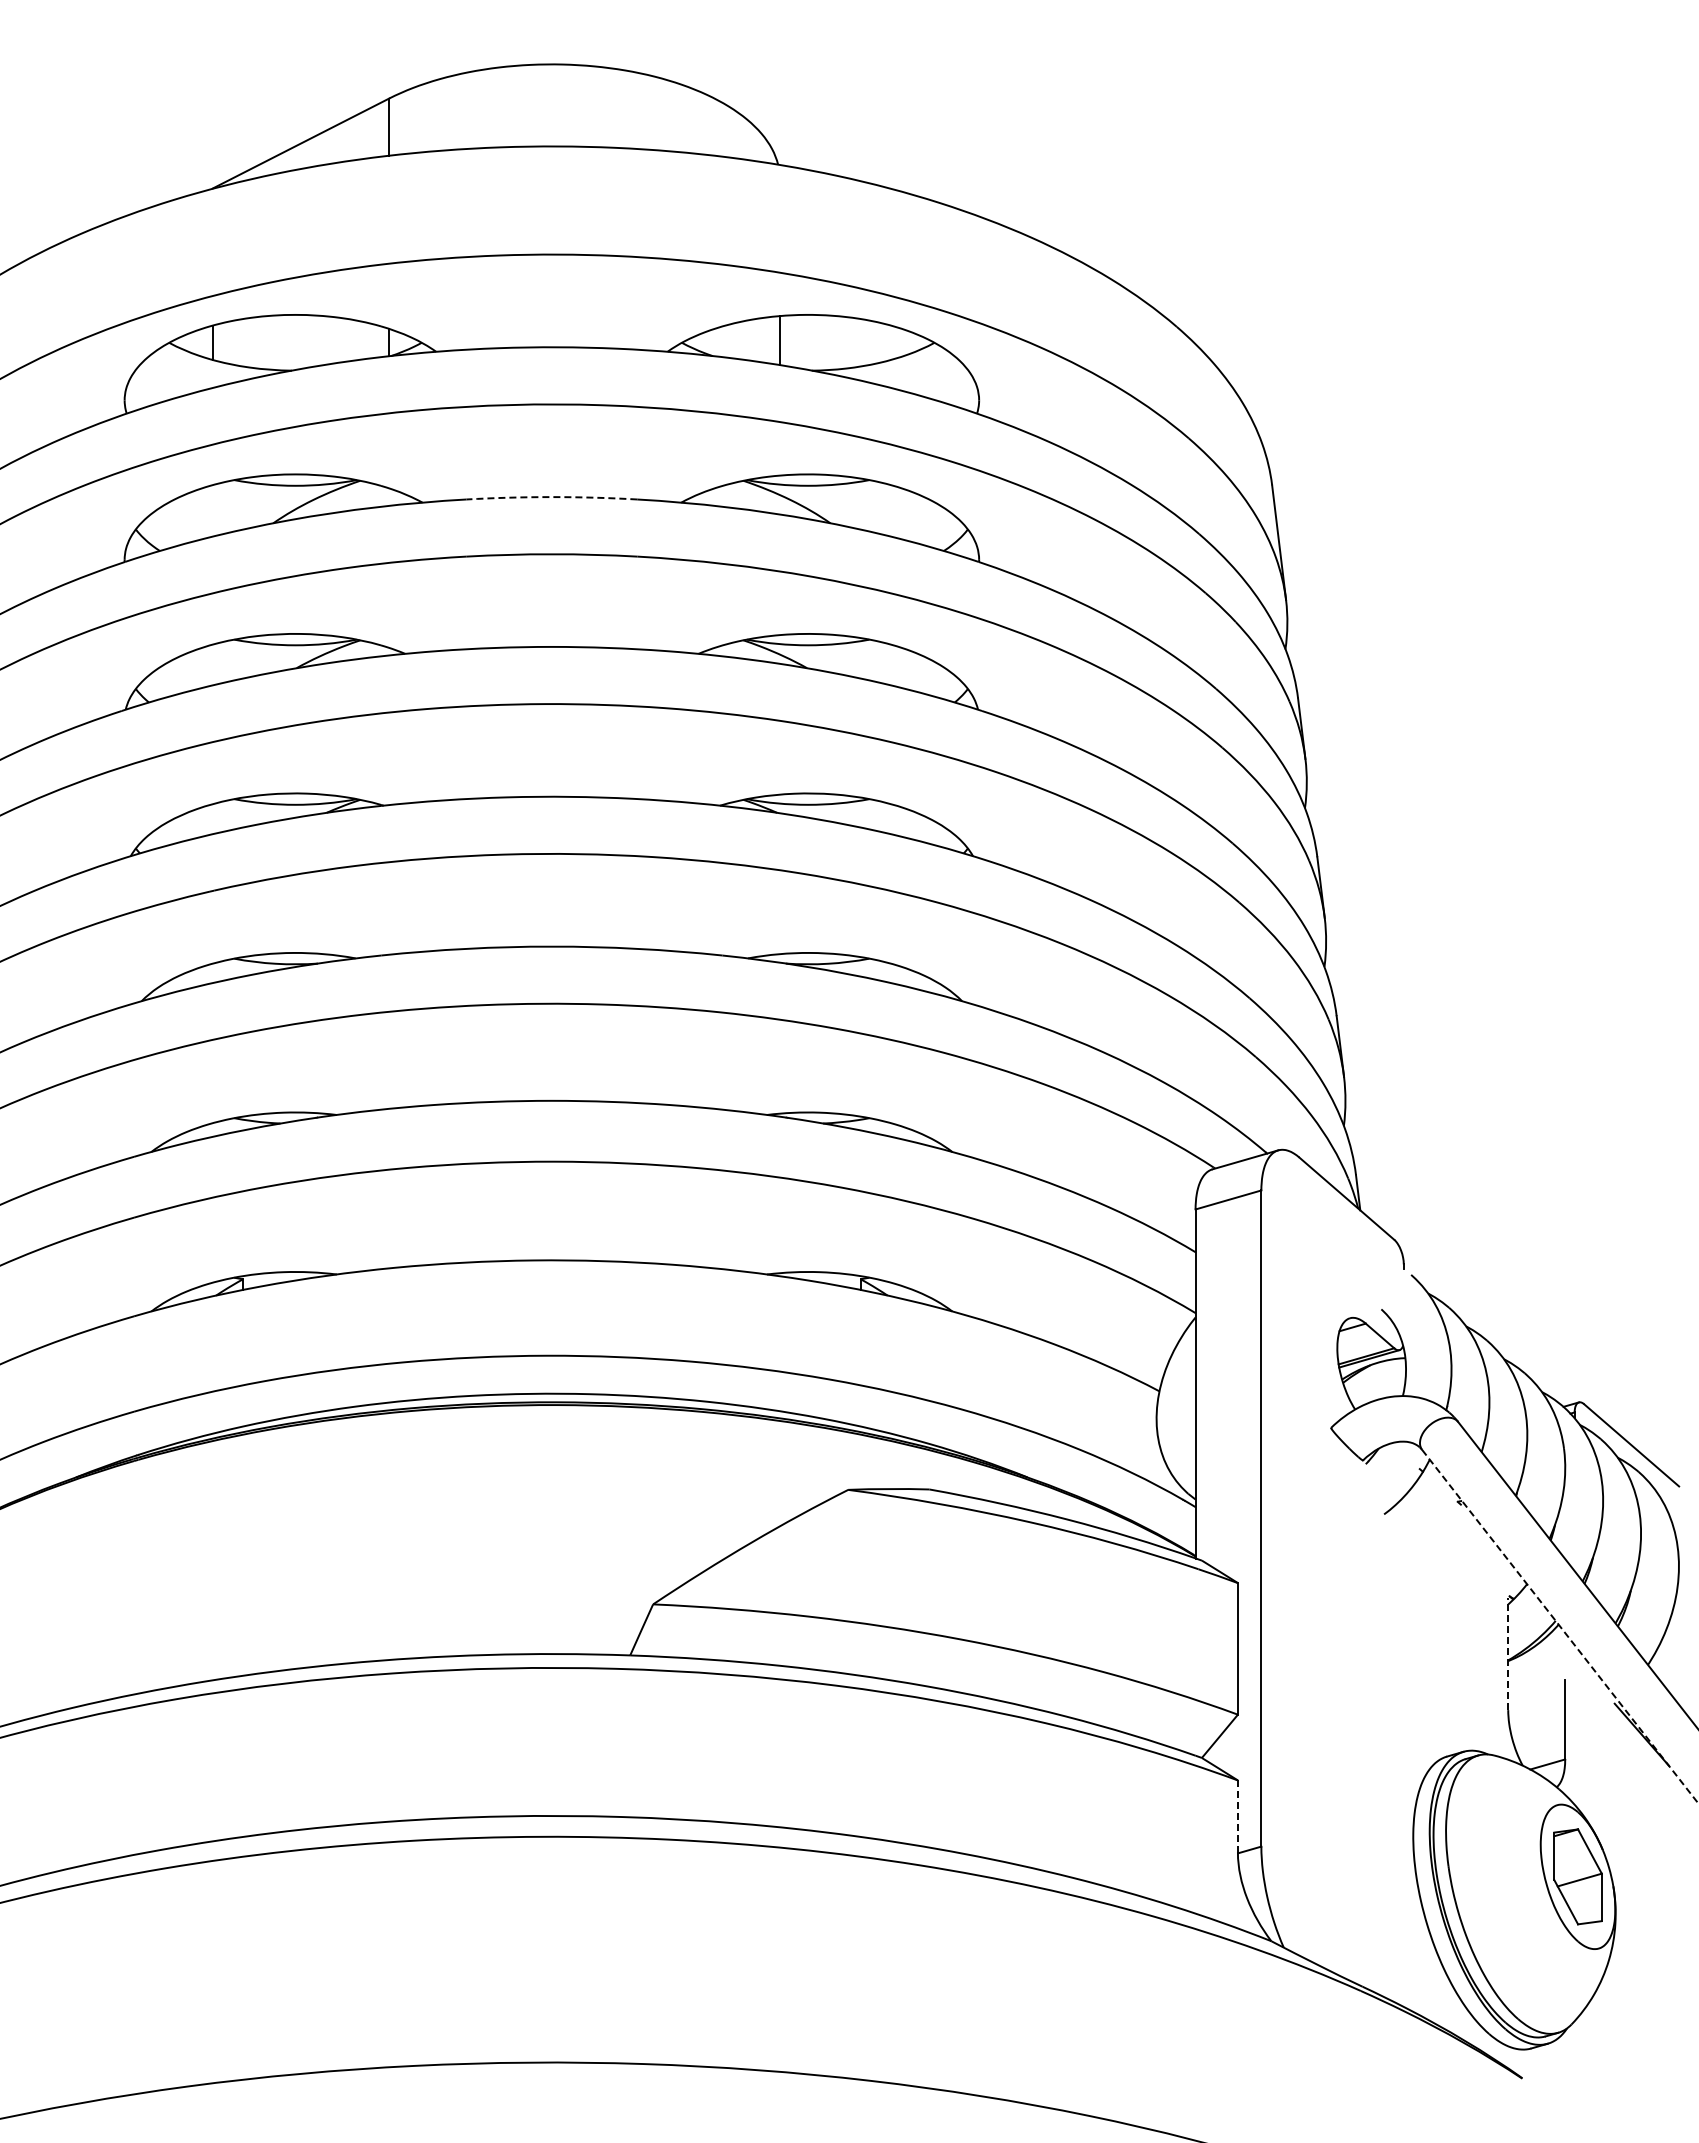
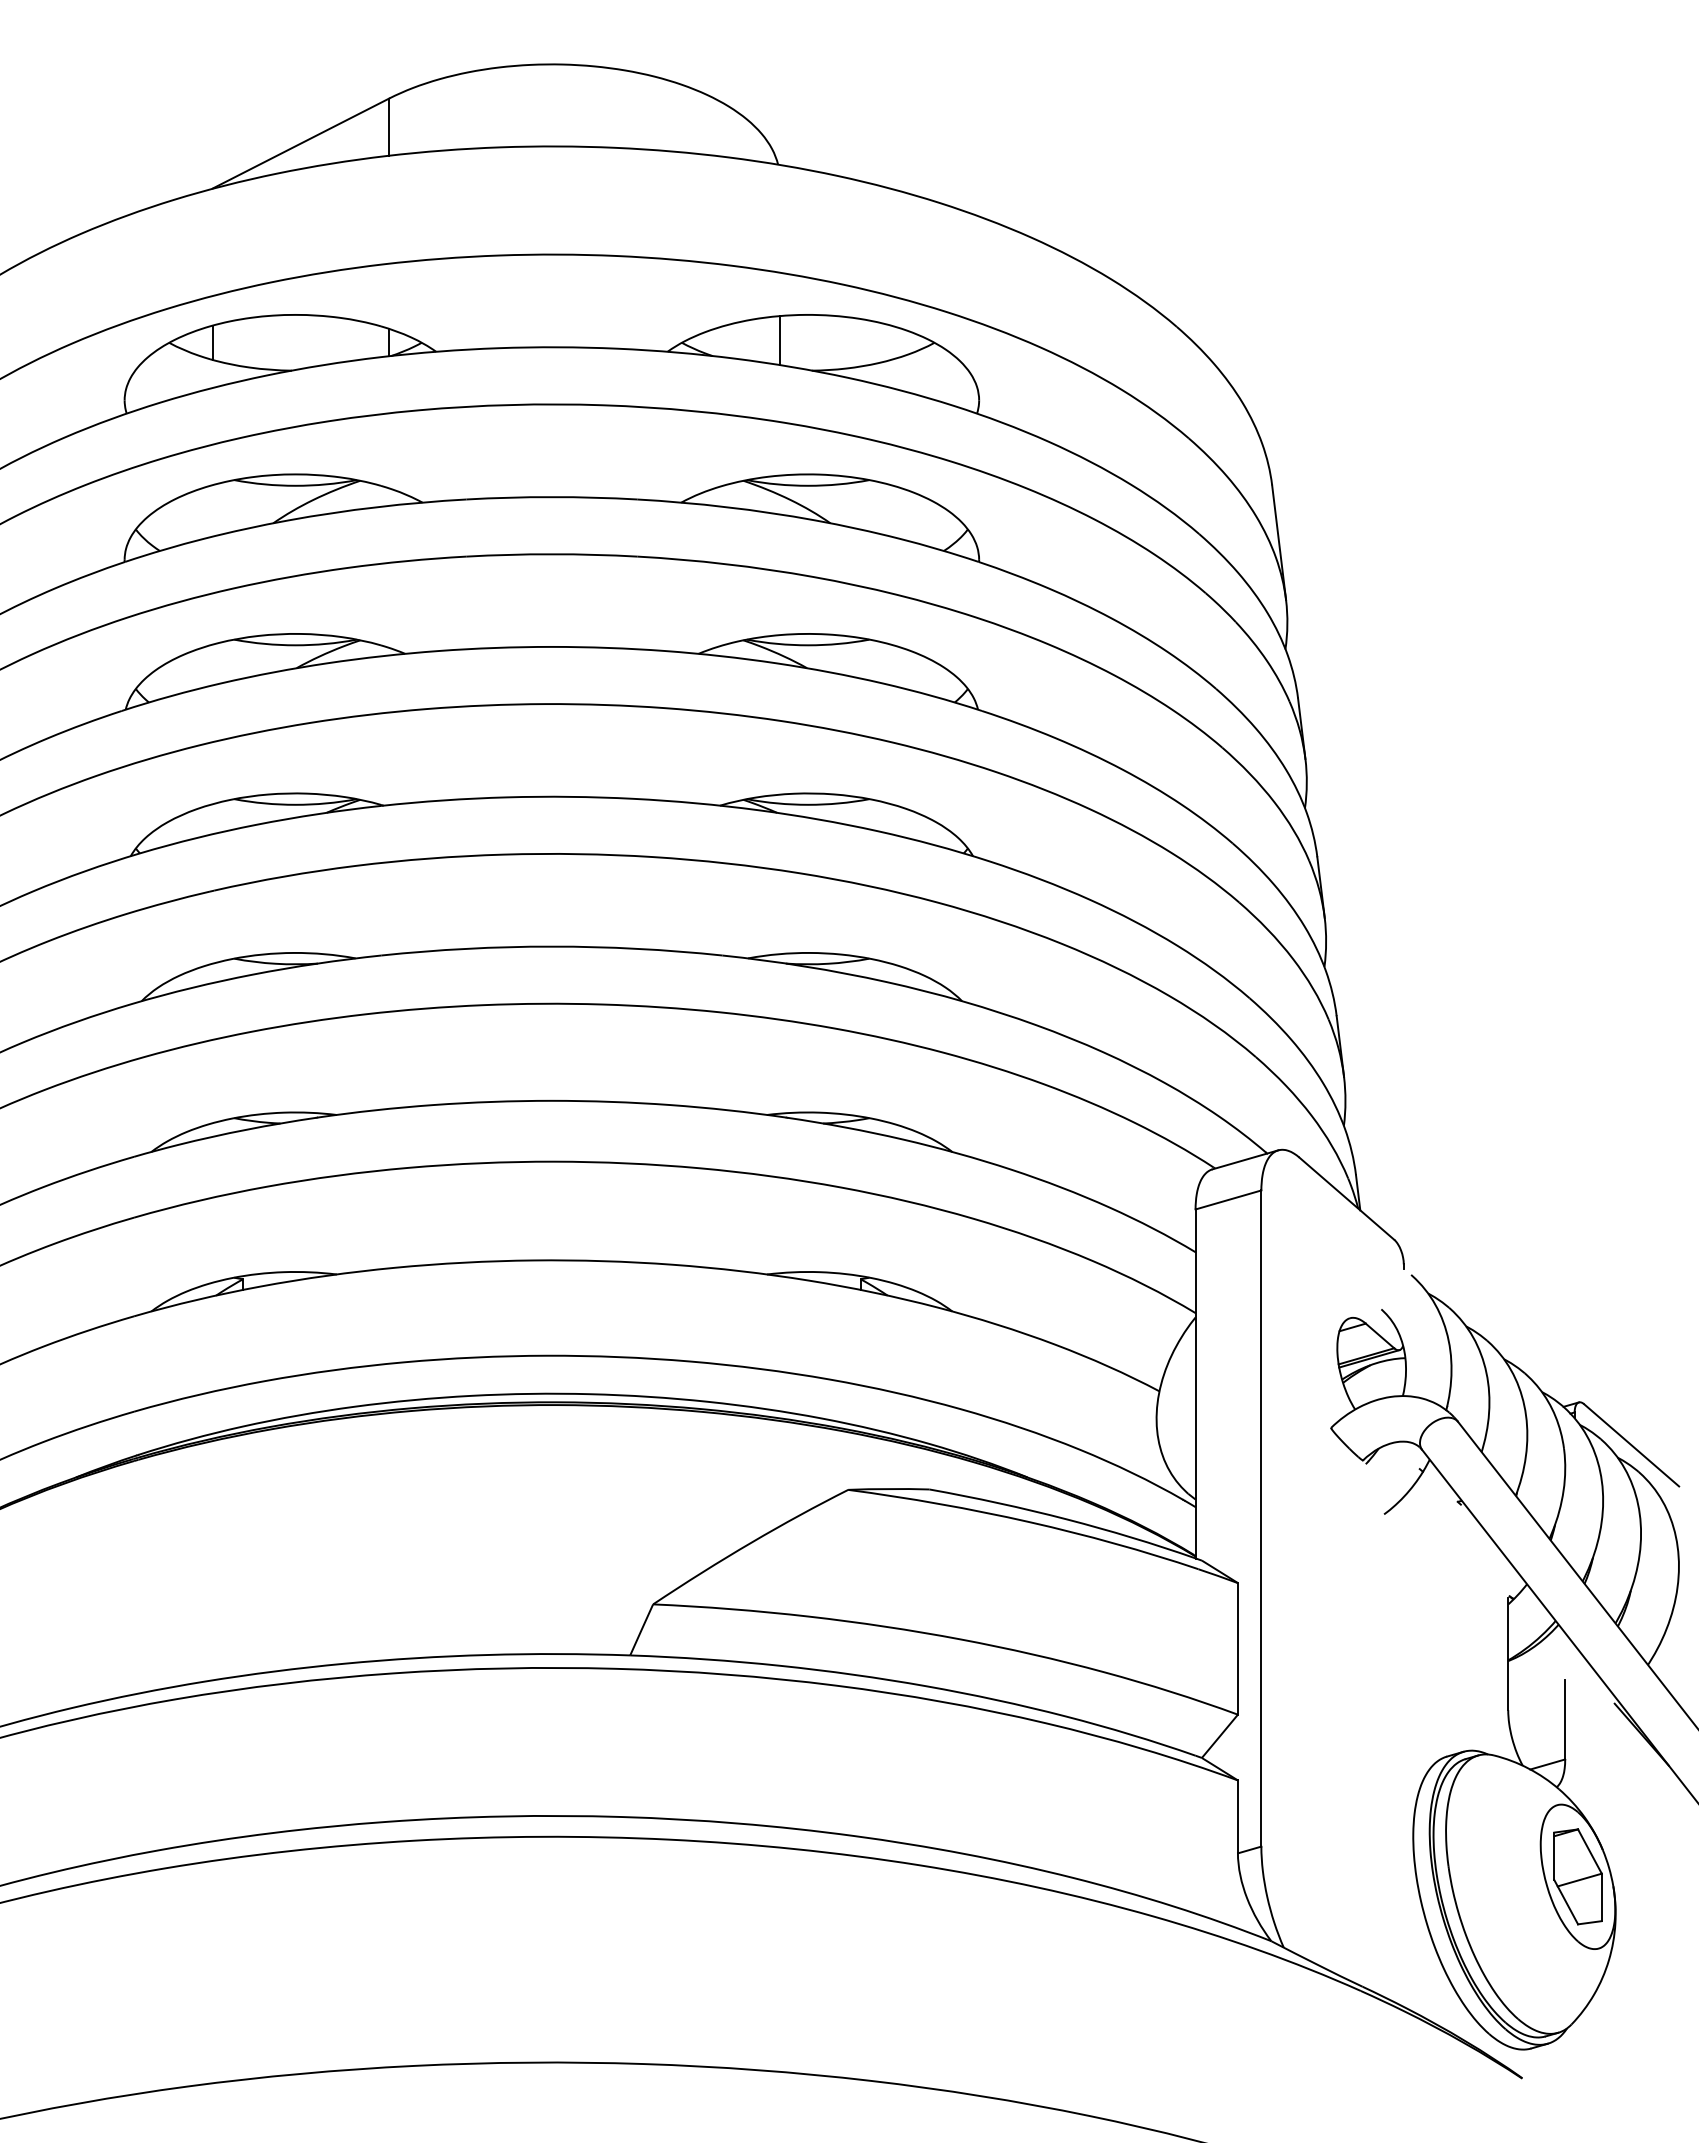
arc at (551, 497): dashed -> solid
line at (1560, 1627): dashed -> solid
line at (1508, 1654): dashed -> solid
line at (1237, 1816): dashed -> solid
